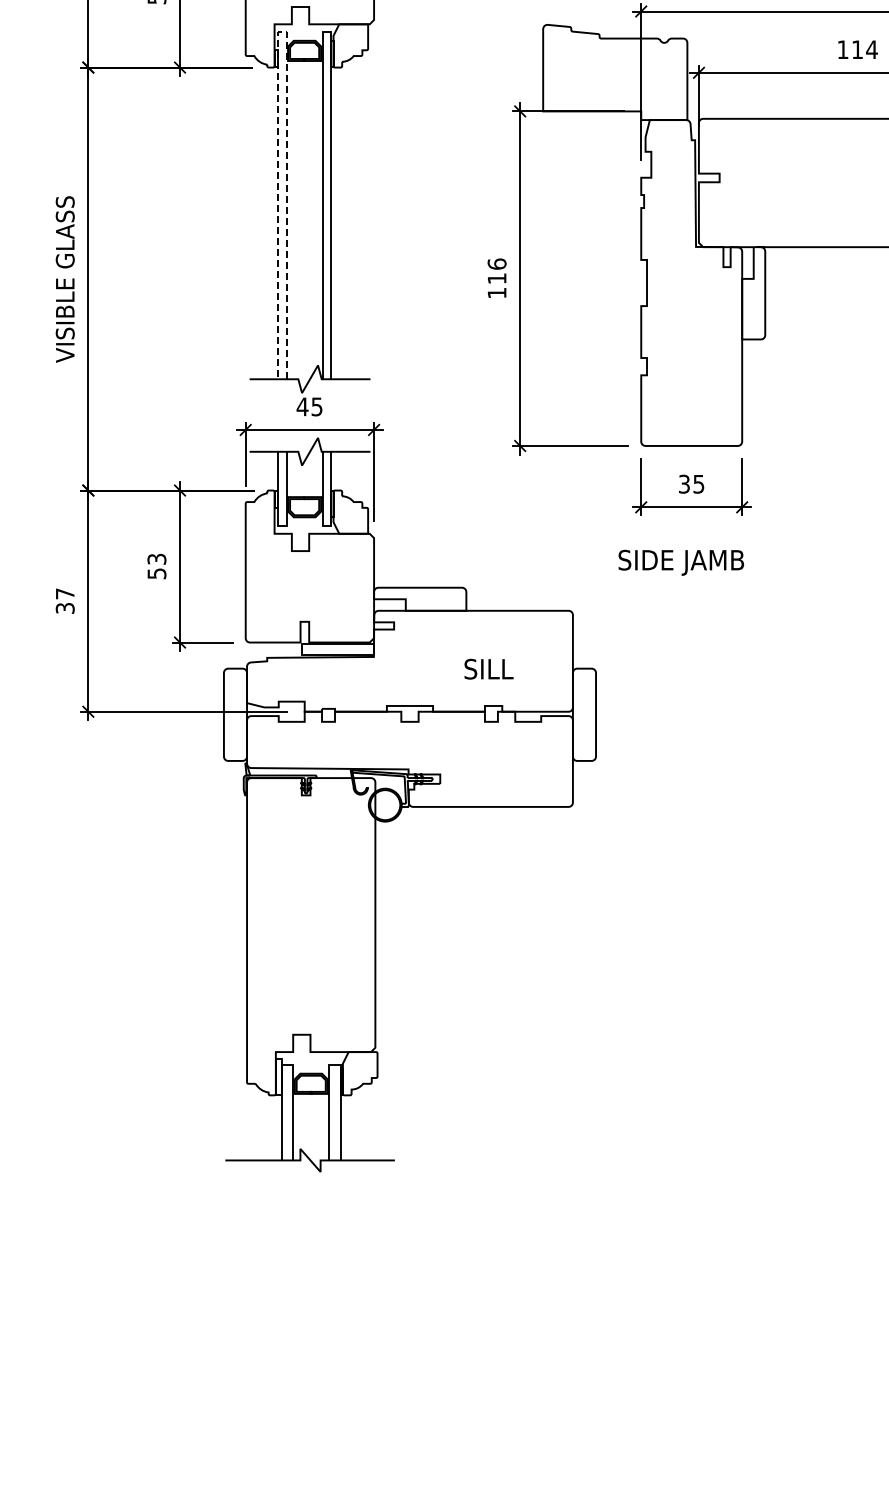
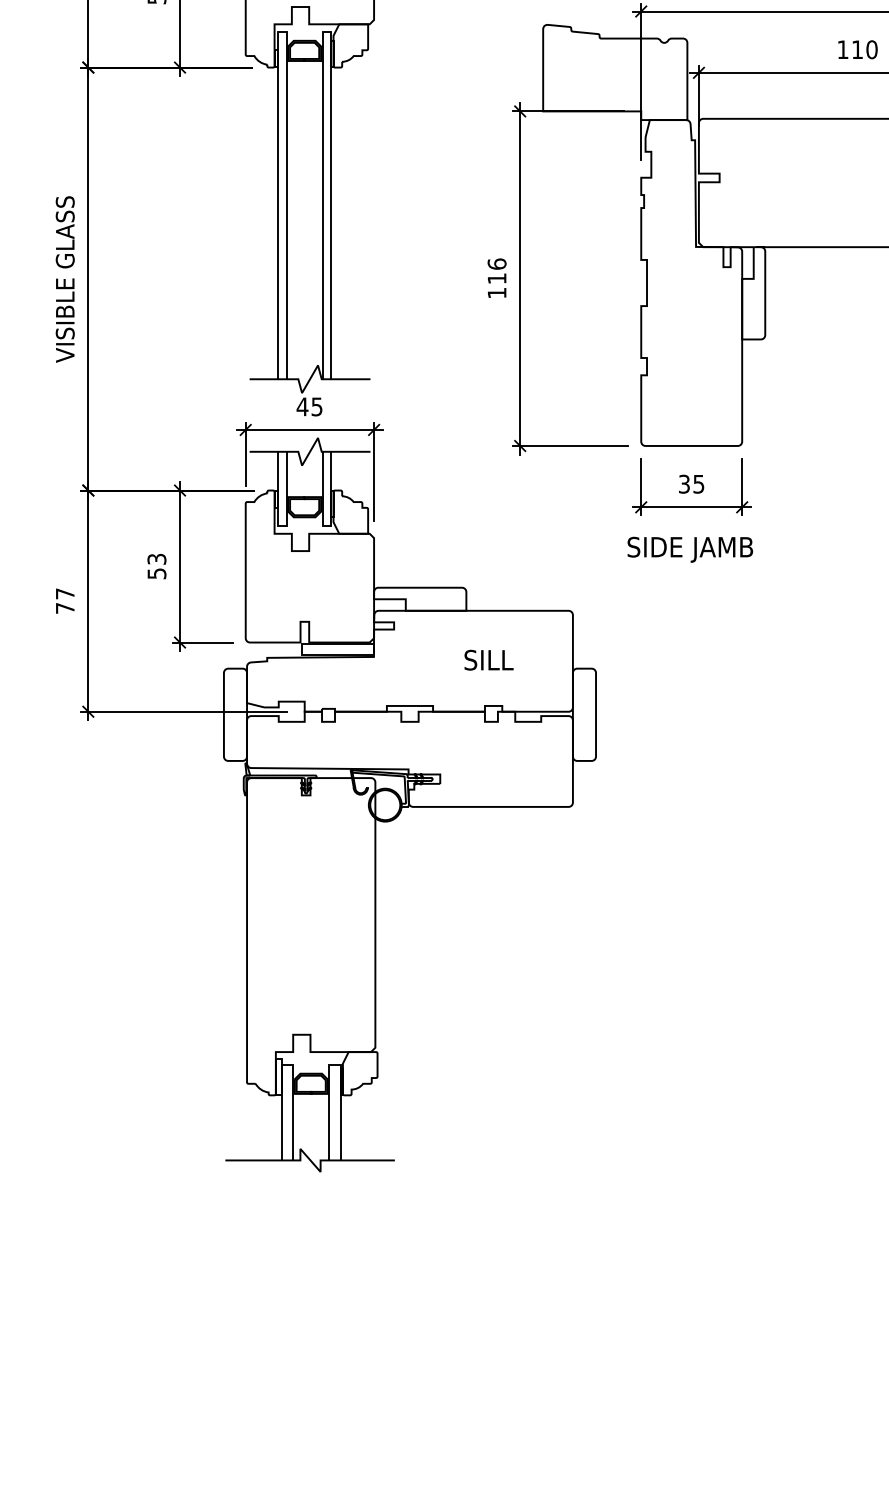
line at (281, 32): dashed -> solid
text at (871, 49): 114 -> 110
text at (681, 562) position: (681, 562) -> (690, 549)
text at (64, 608): 37 -> 77
text at (488, 668) position: (488, 668) -> (488, 659)
